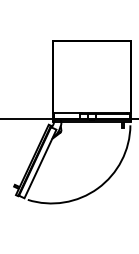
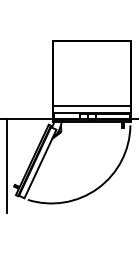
line at (91, 105): none -> present
line at (6, 166): none -> present
